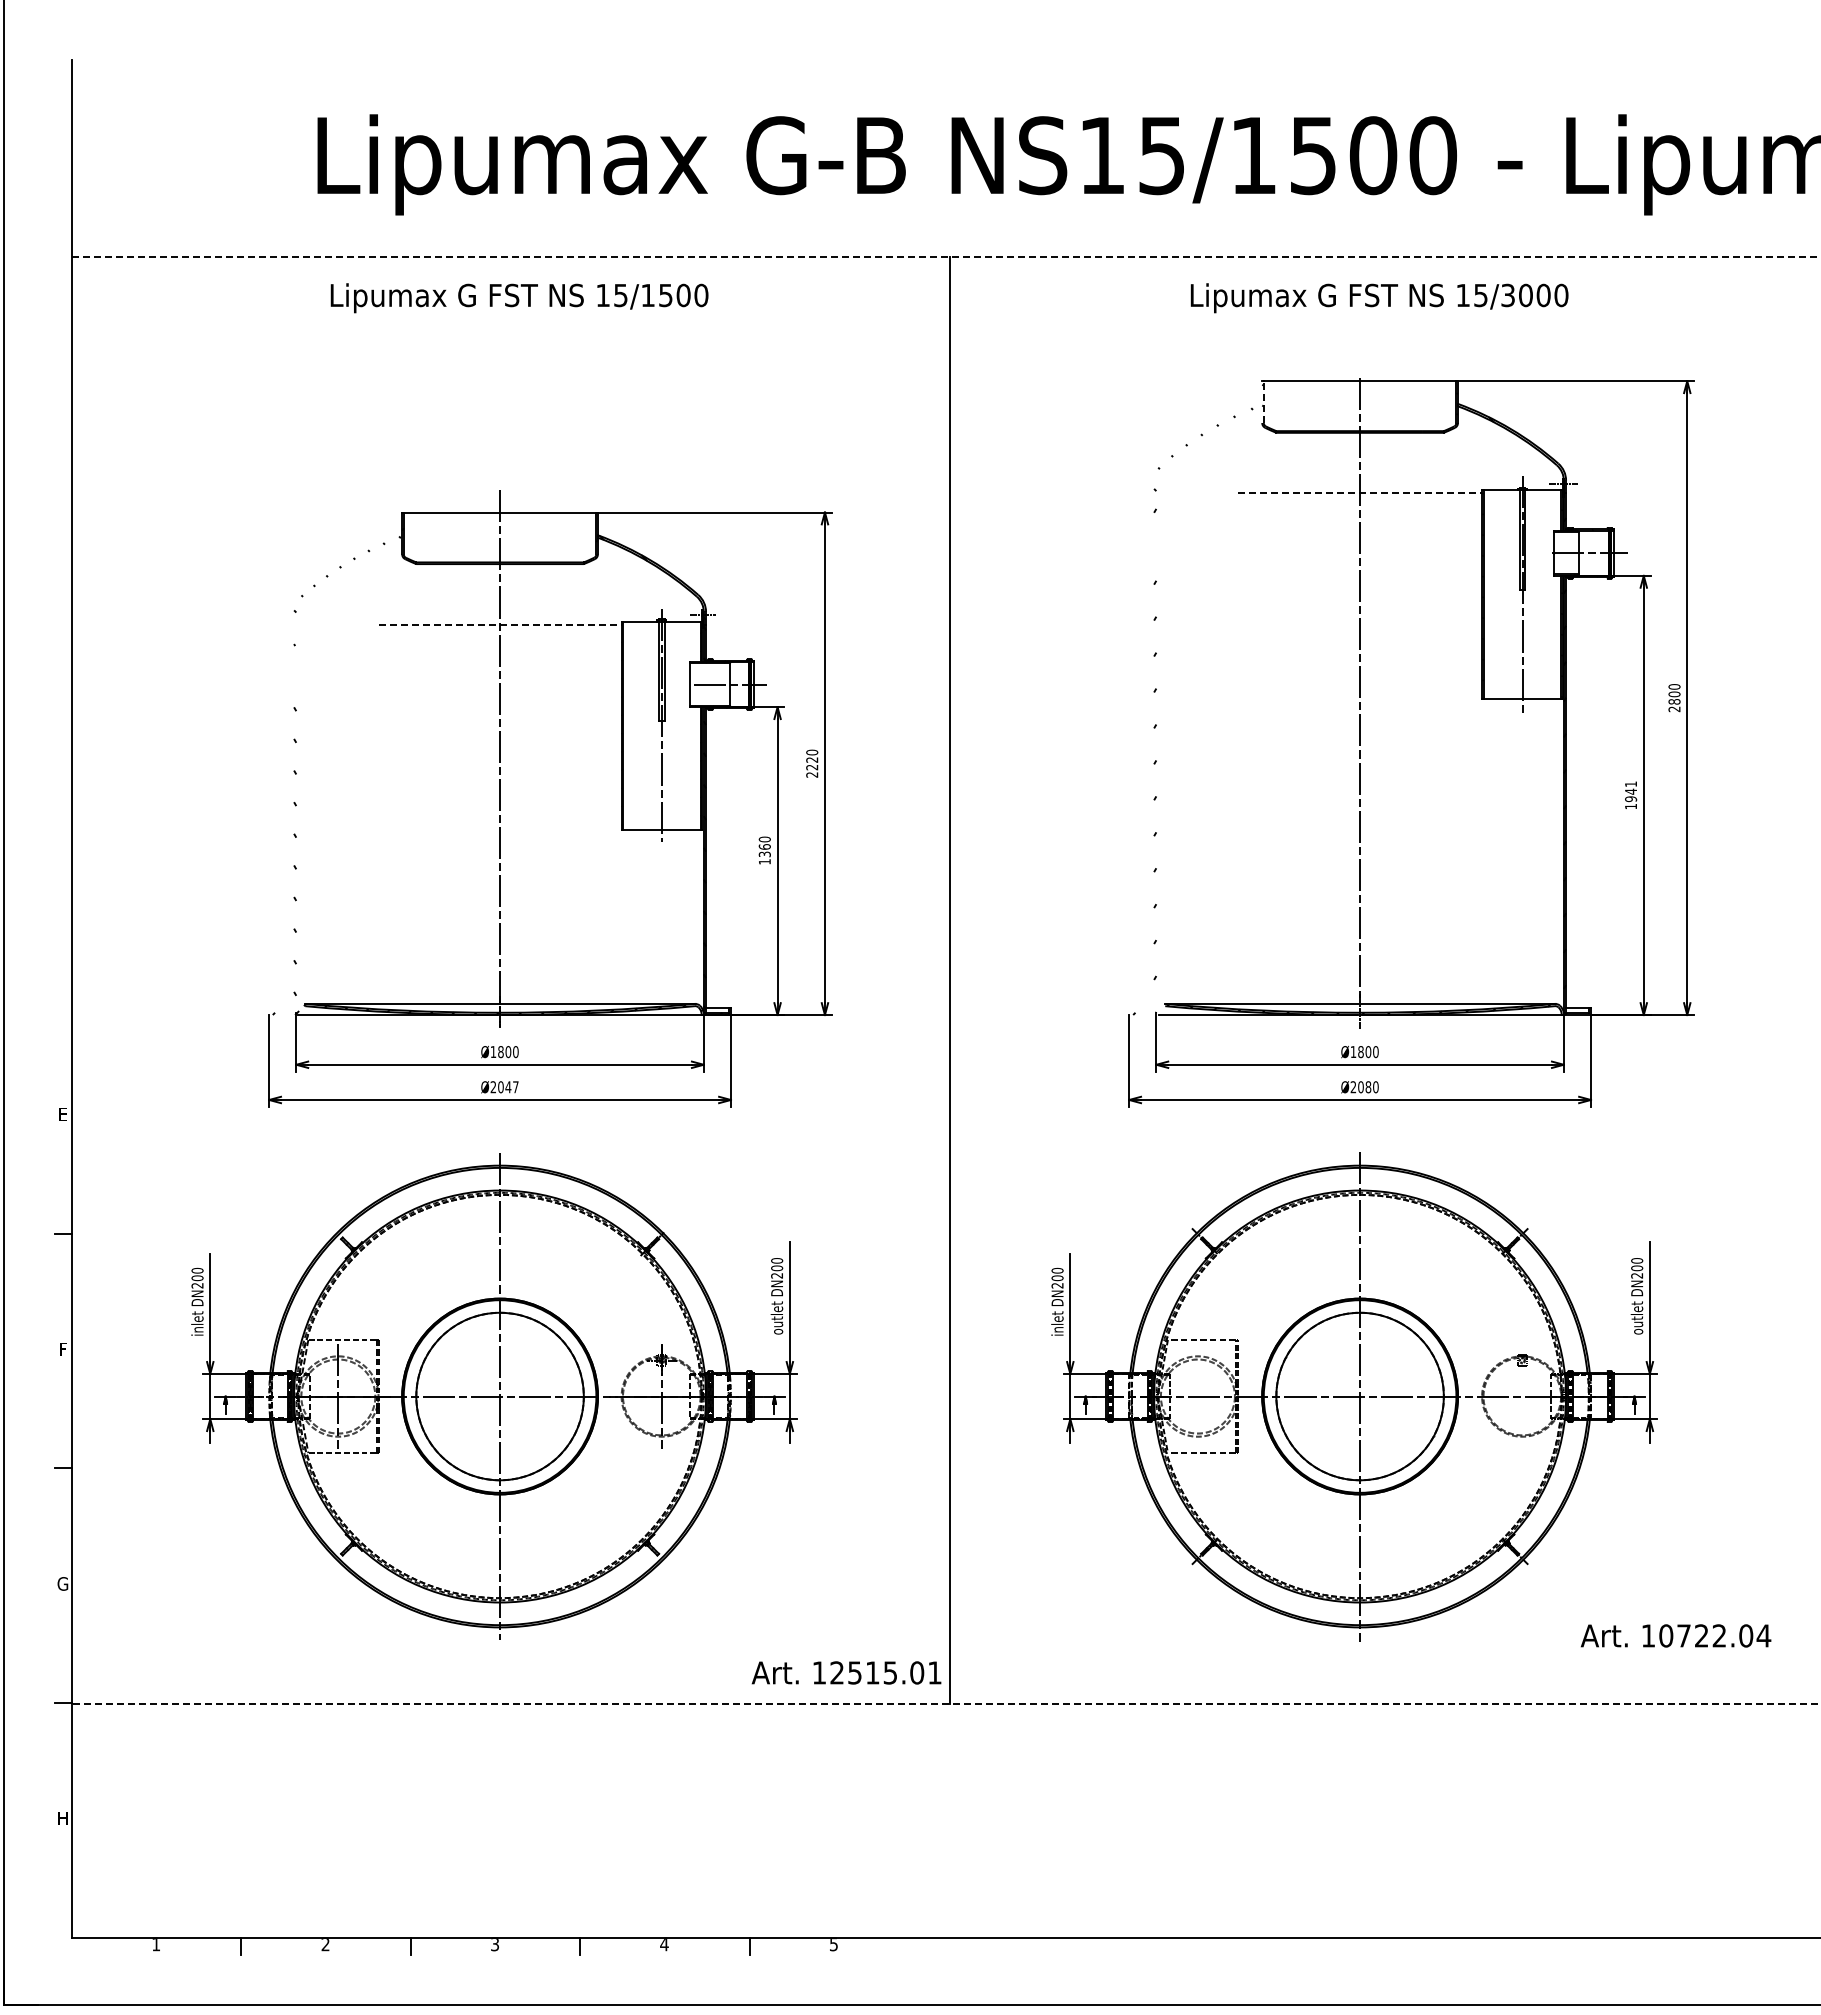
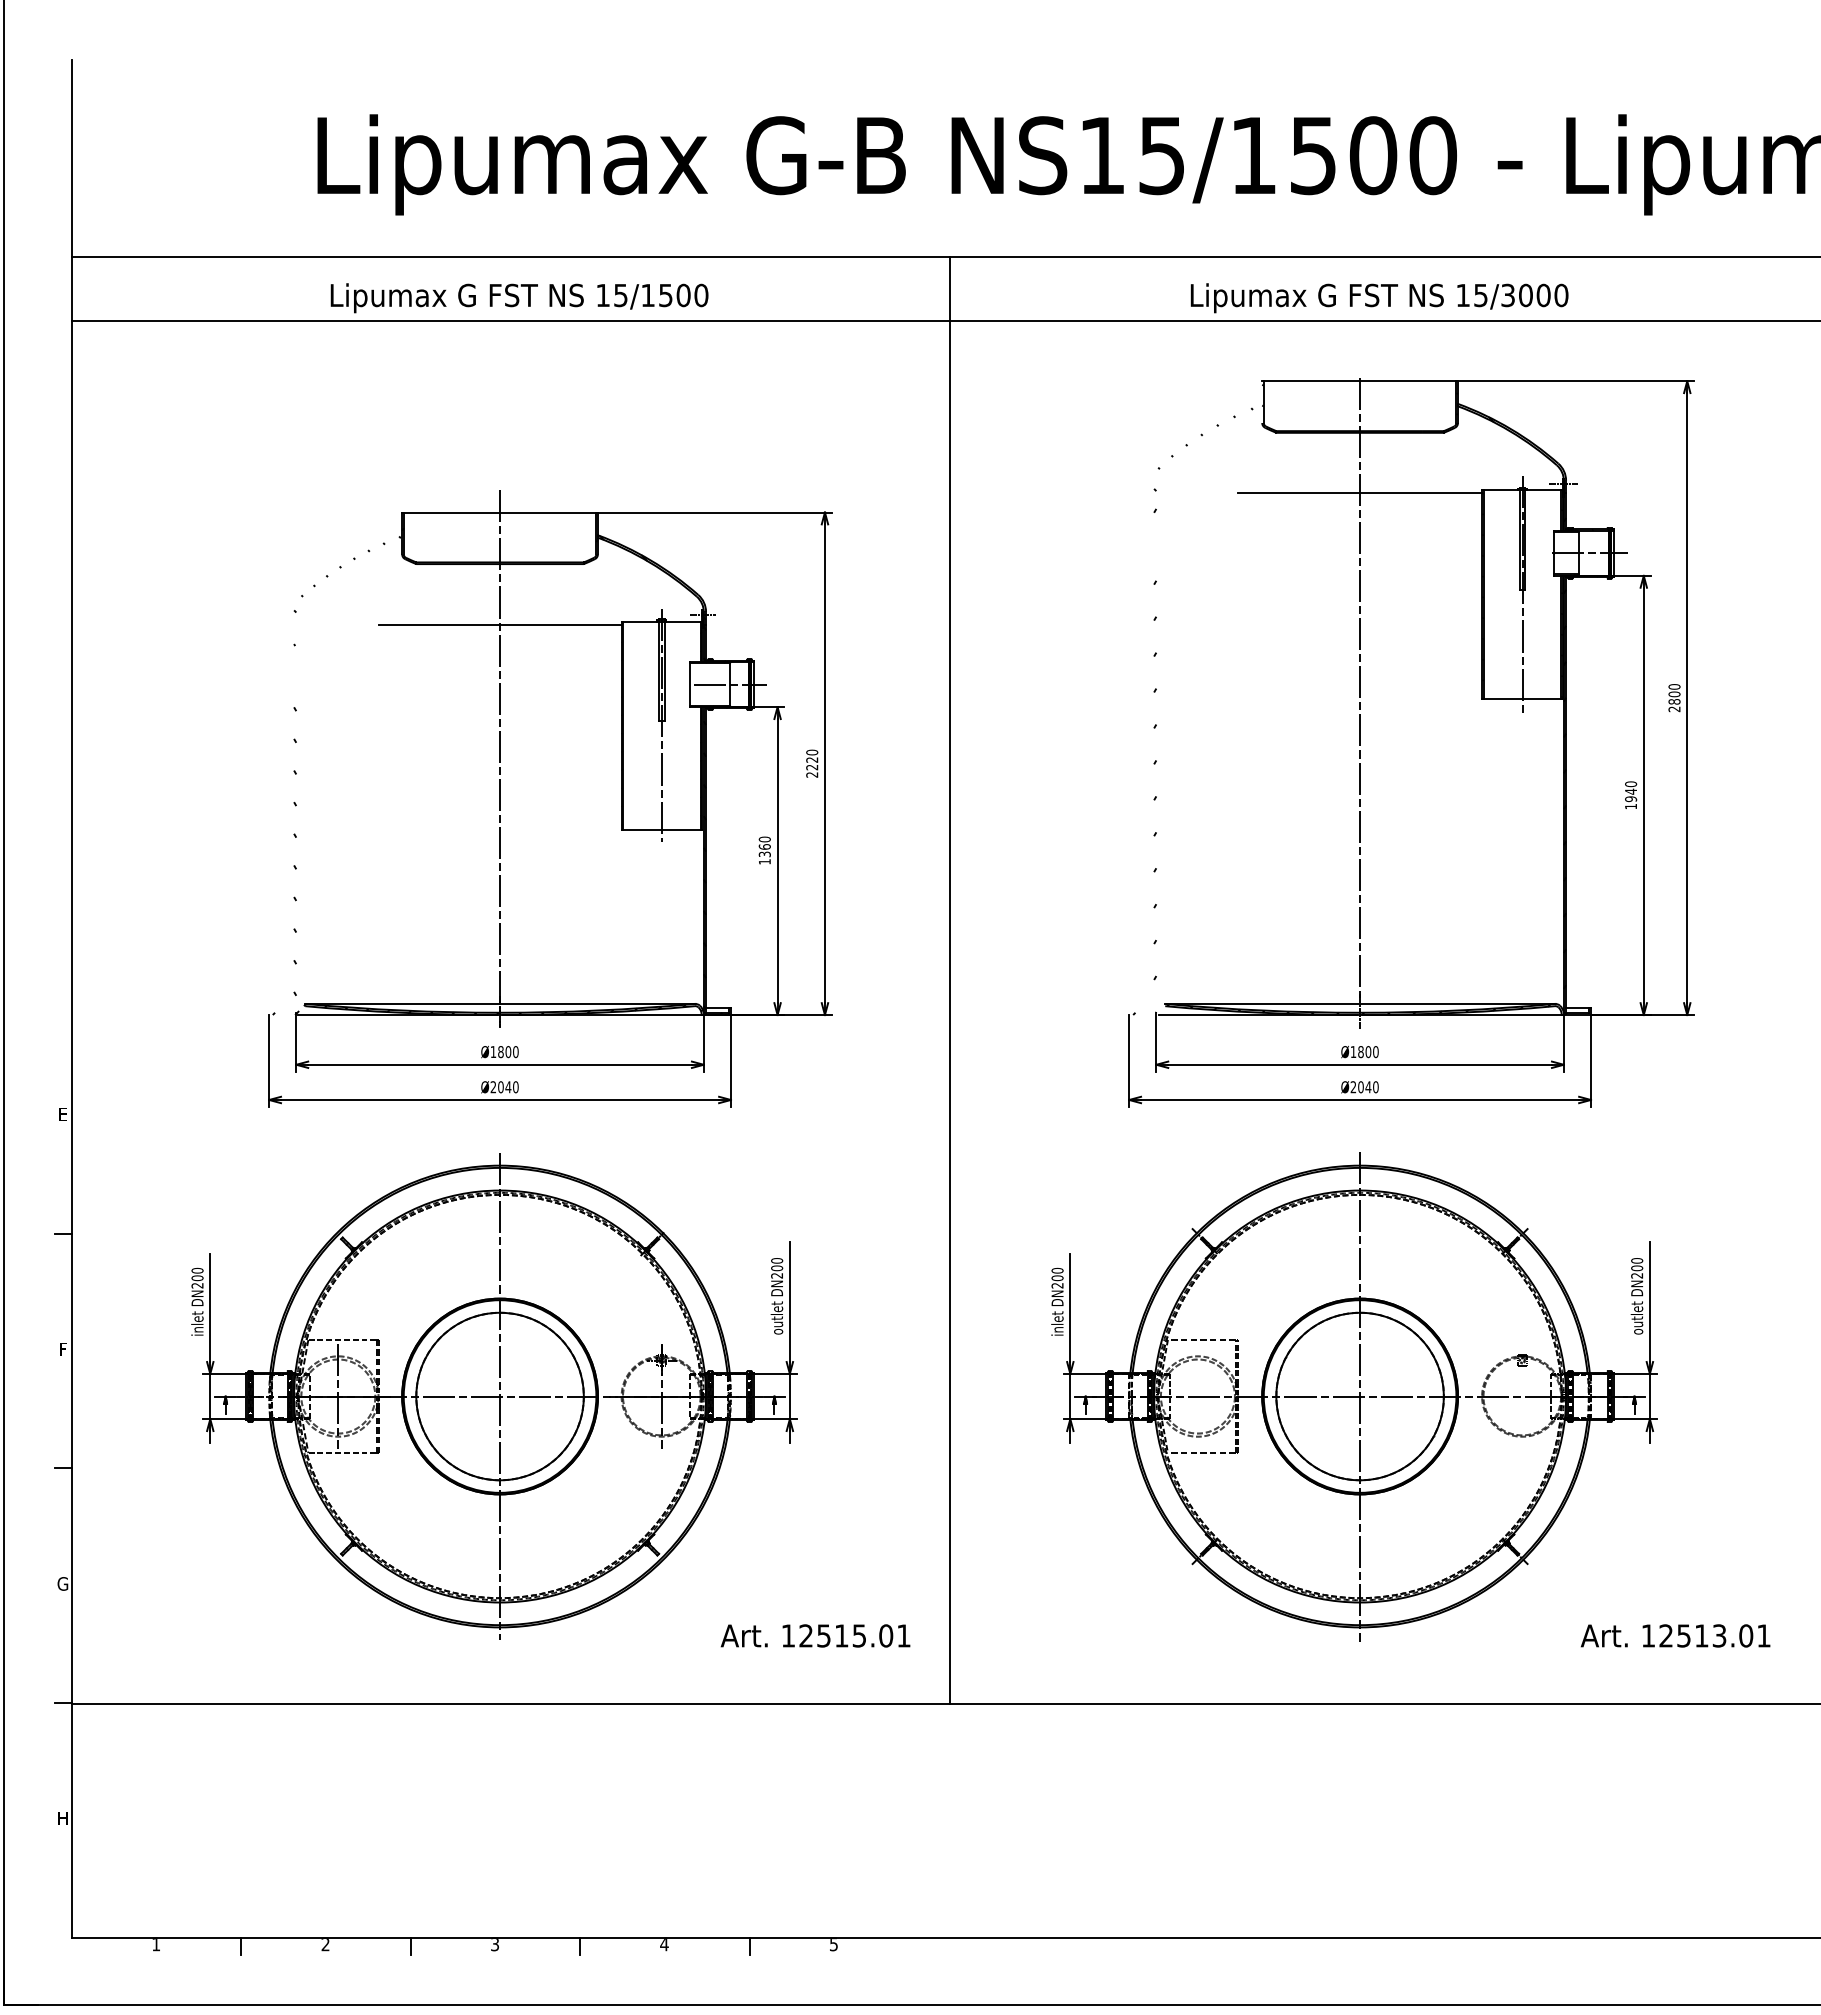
line at (946, 257): dashed -> solid
line at (944, 320): none -> present
line at (1263, 402): dashed -> solid
line at (1360, 493): dashed -> solid
line at (500, 624): dashed -> solid
text at (1631, 784): 1941 -> 1940
text at (515, 1087): Ø2047 -> Ø2040
text at (1368, 1087): Ø2080 -> Ø2040
text at (1715, 1635): 10722.04 -> 12513.01
text at (846, 1672) position: (846, 1672) -> (815, 1635)
line at (946, 1703): dashed -> solid
